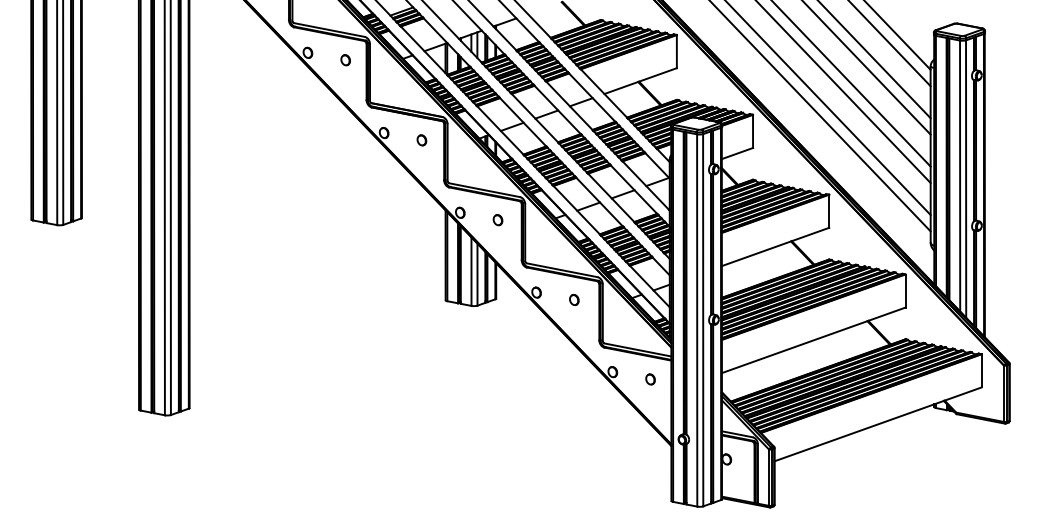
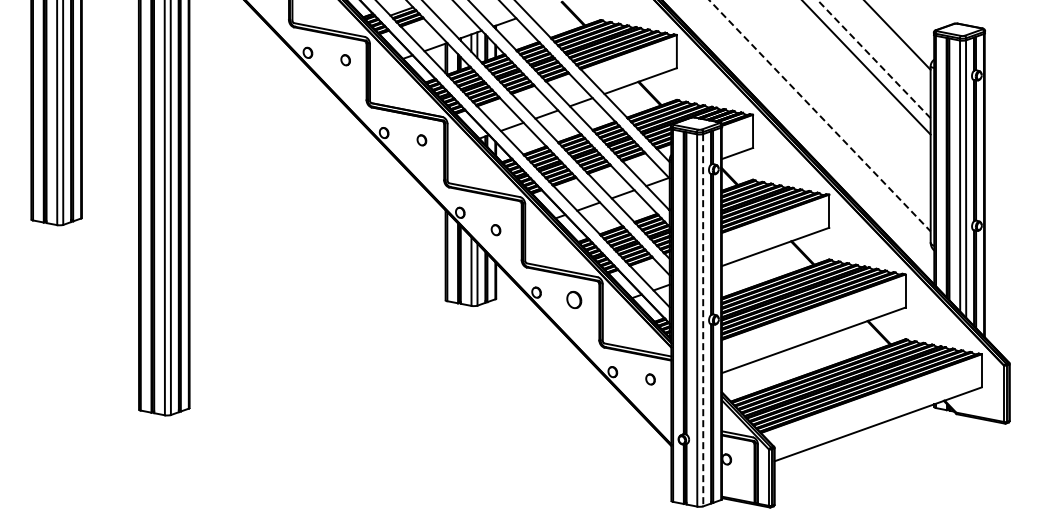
line at (890, 44): present -> none
line at (873, 59): solid -> dashed
line at (851, 84): present -> none
line at (843, 92): present -> none
line at (828, 108): present -> none
line at (820, 115): solid -> dashed
part at (497, 220) position: (497, 220) -> (495, 230)
part at (574, 299) size: 11x12 px -> 17x19 px
line at (703, 320): solid -> dashed
